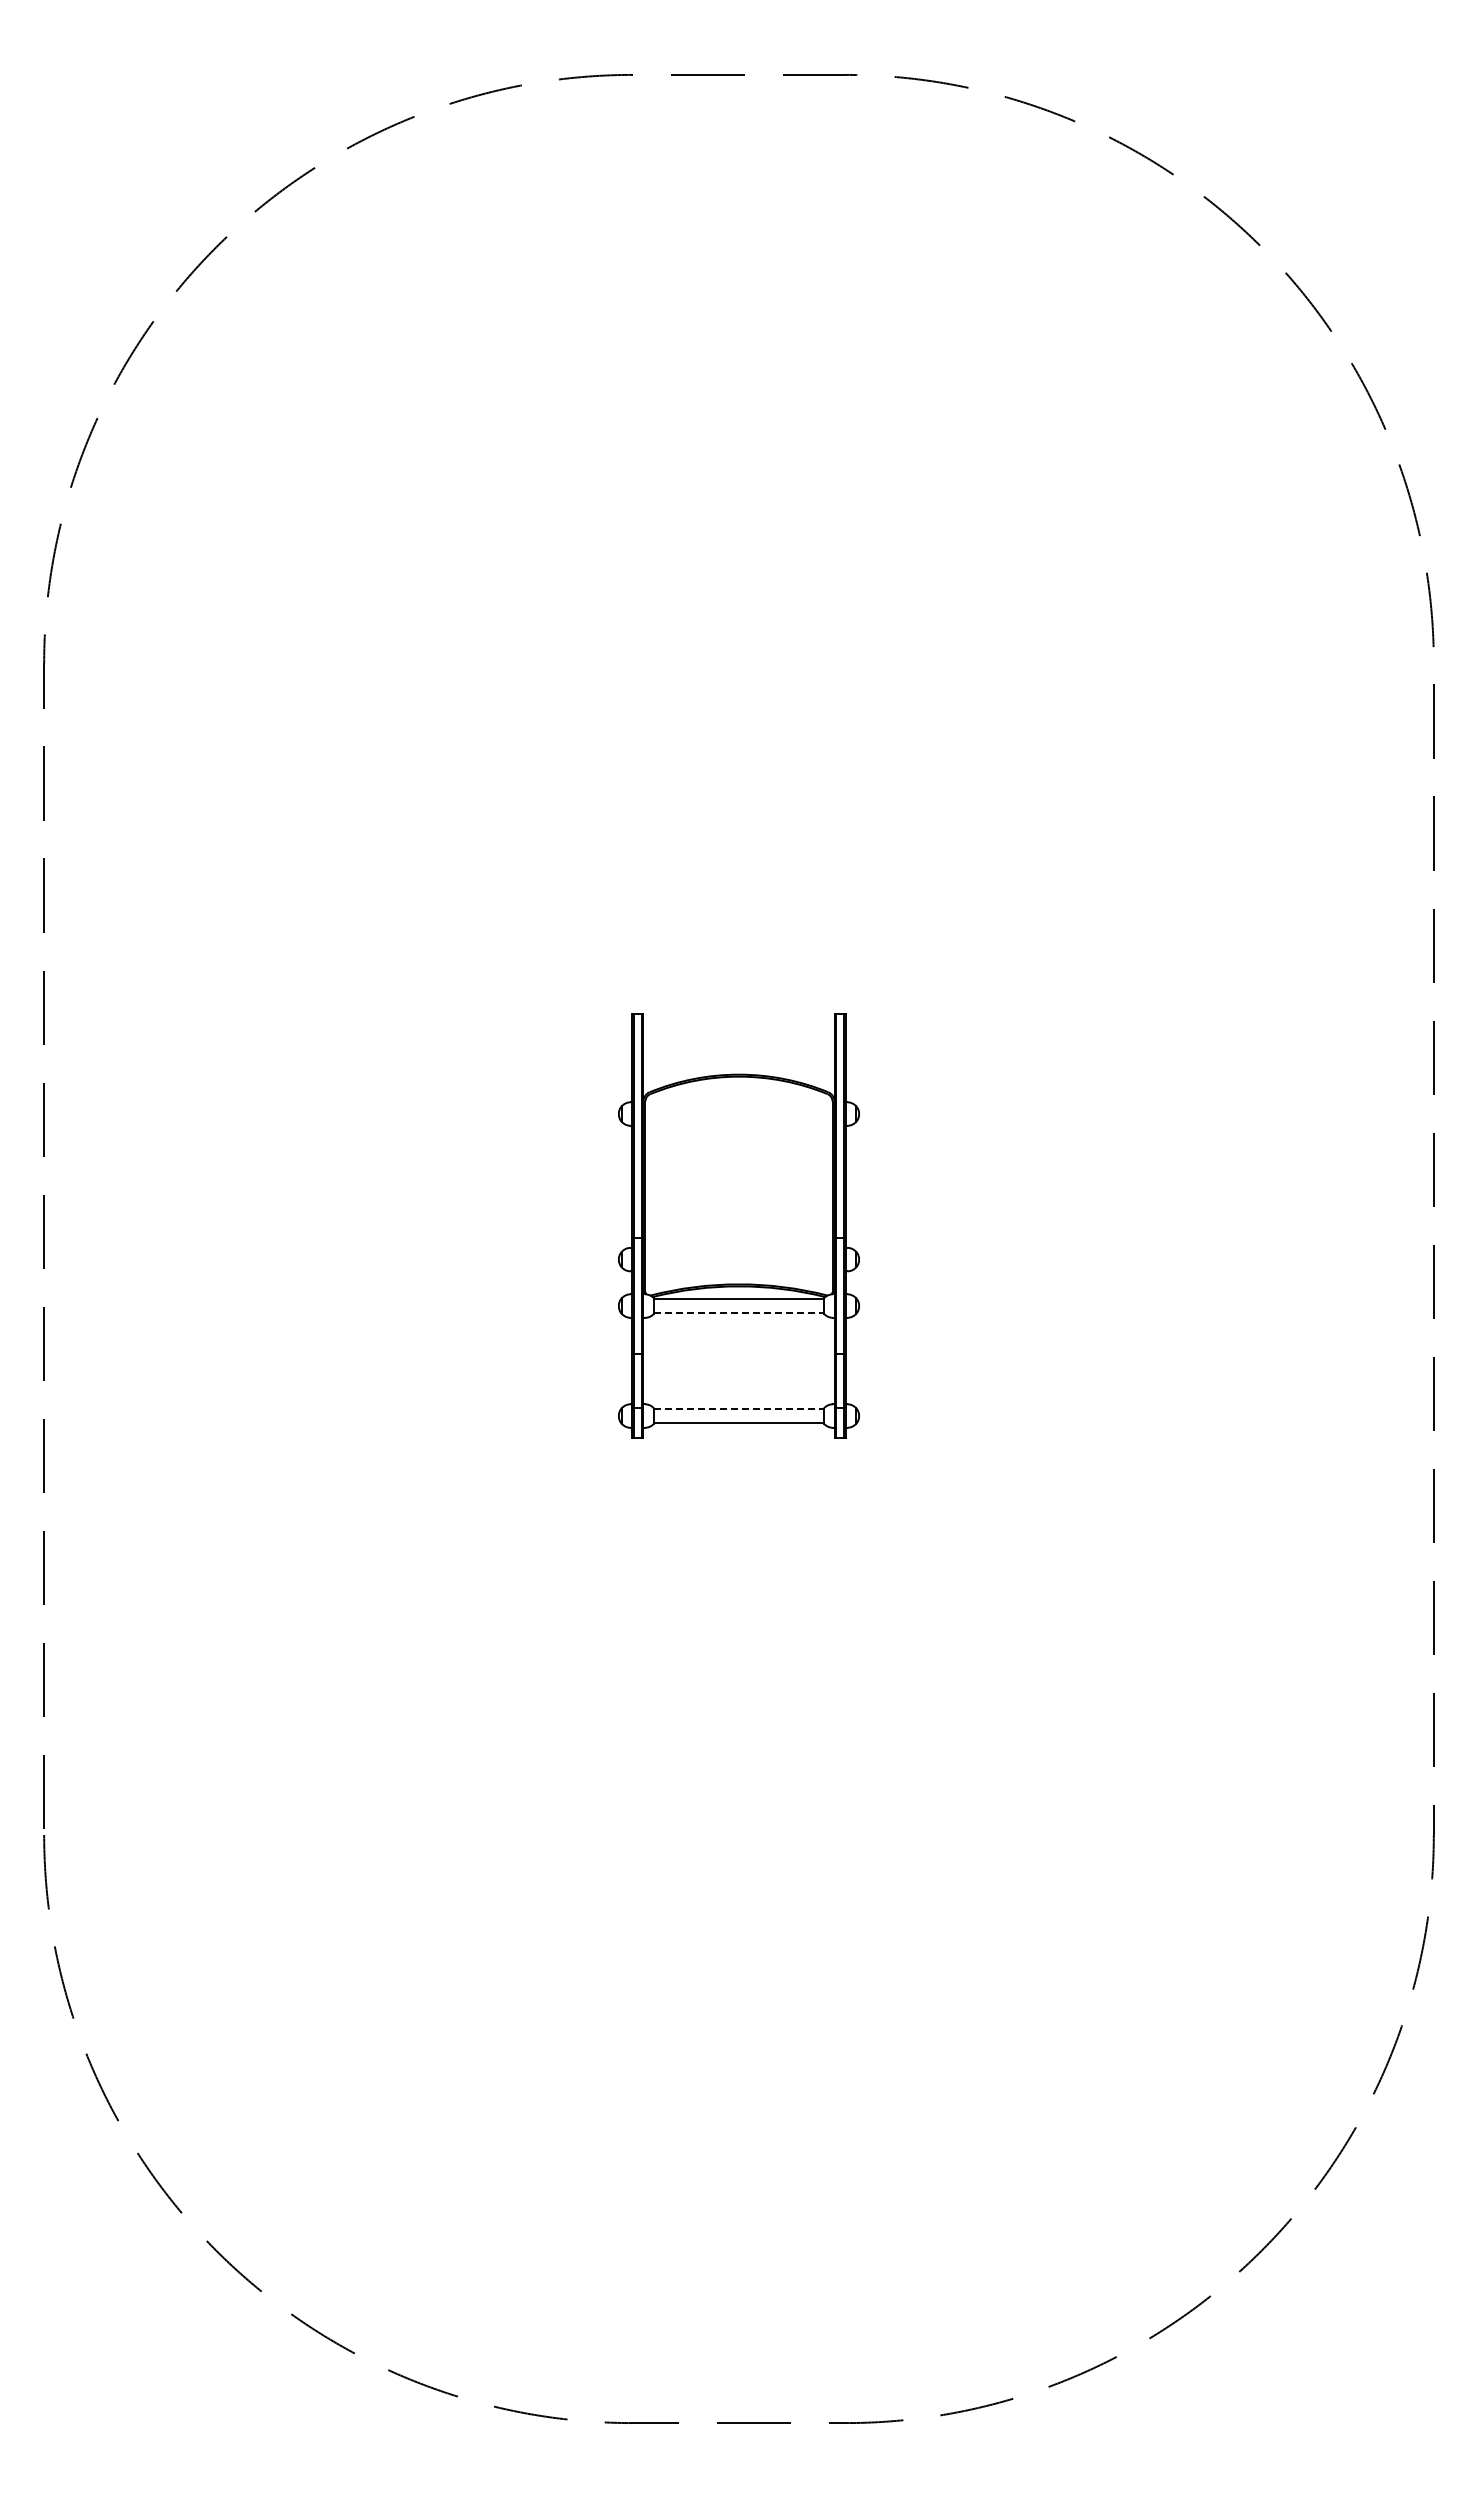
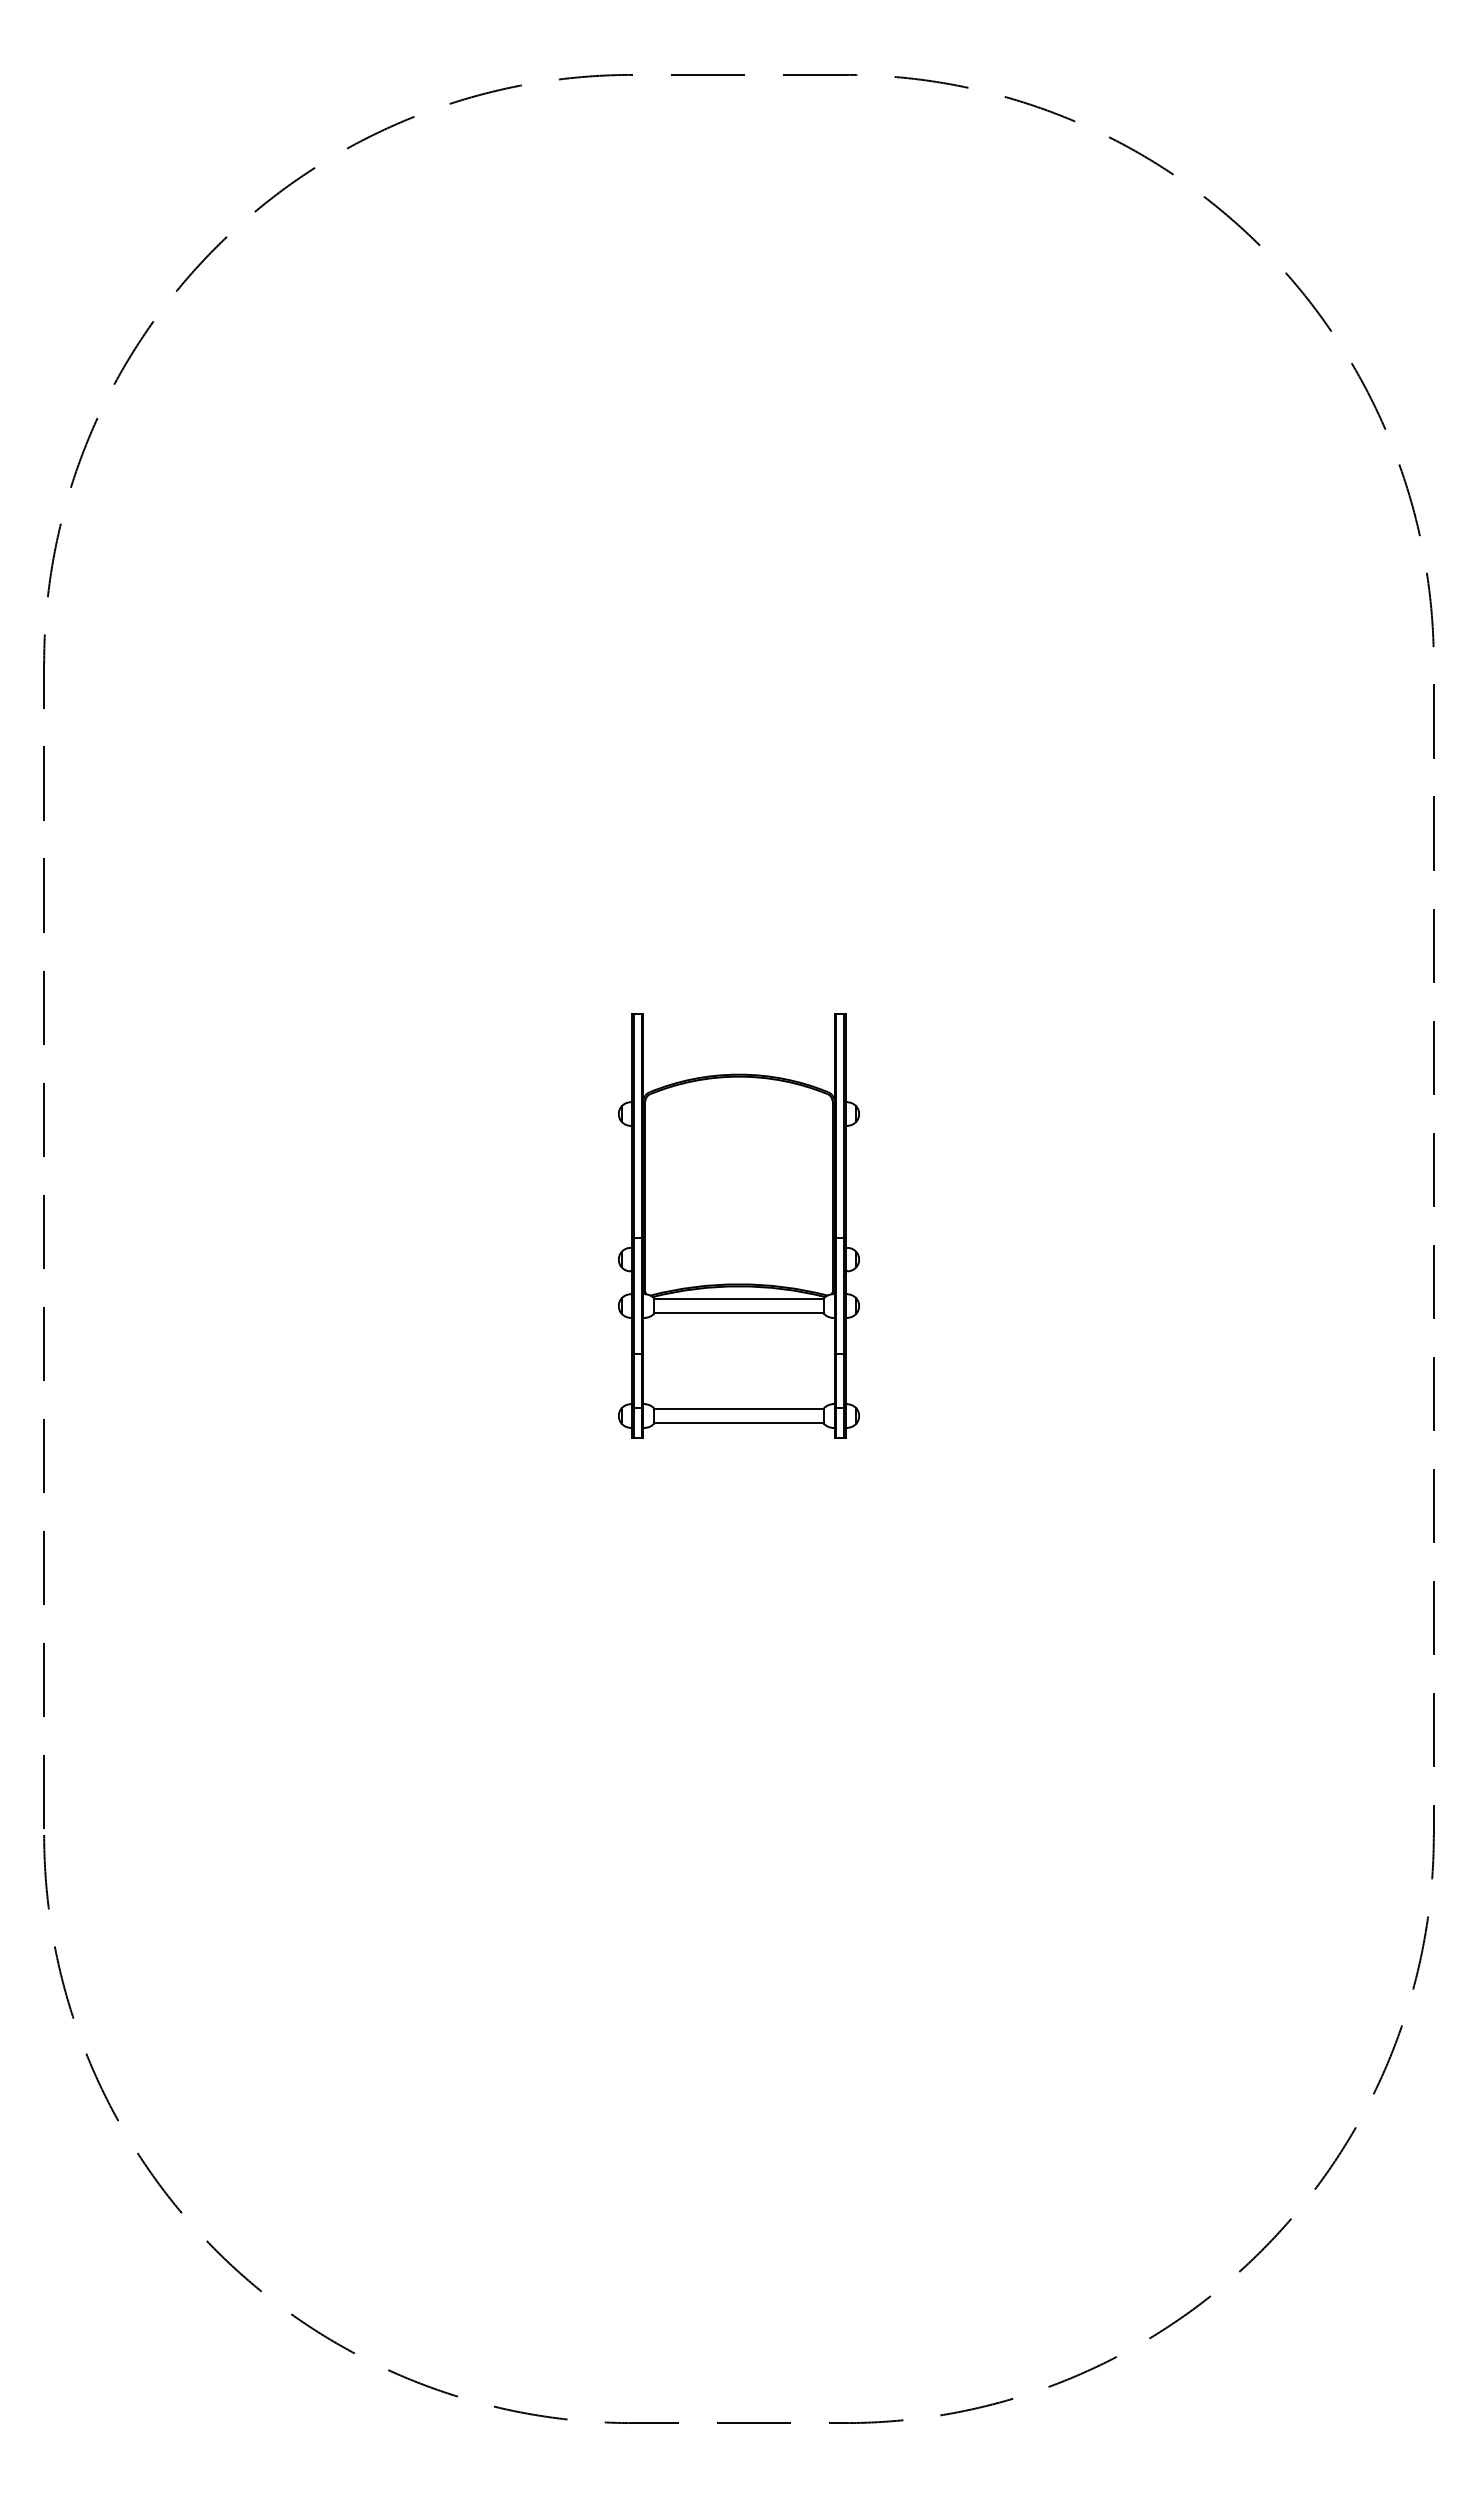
line at (739, 1313): dashed -> solid
line at (739, 1408): dashed -> solid
